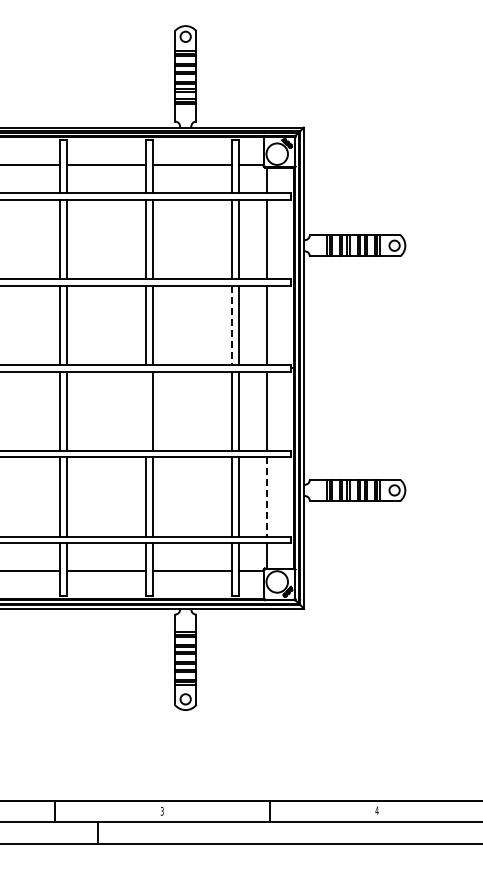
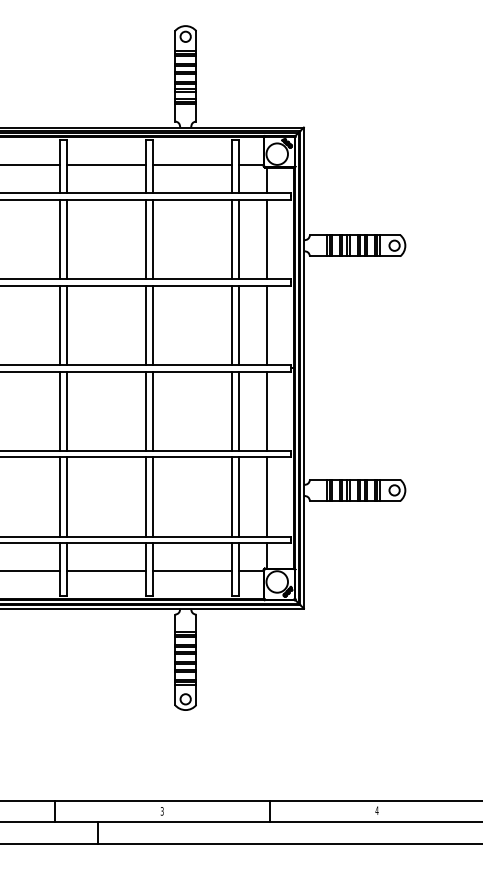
line at (231, 325): dashed -> solid
line at (145, 410): none -> present
line at (266, 497): dashed -> solid
